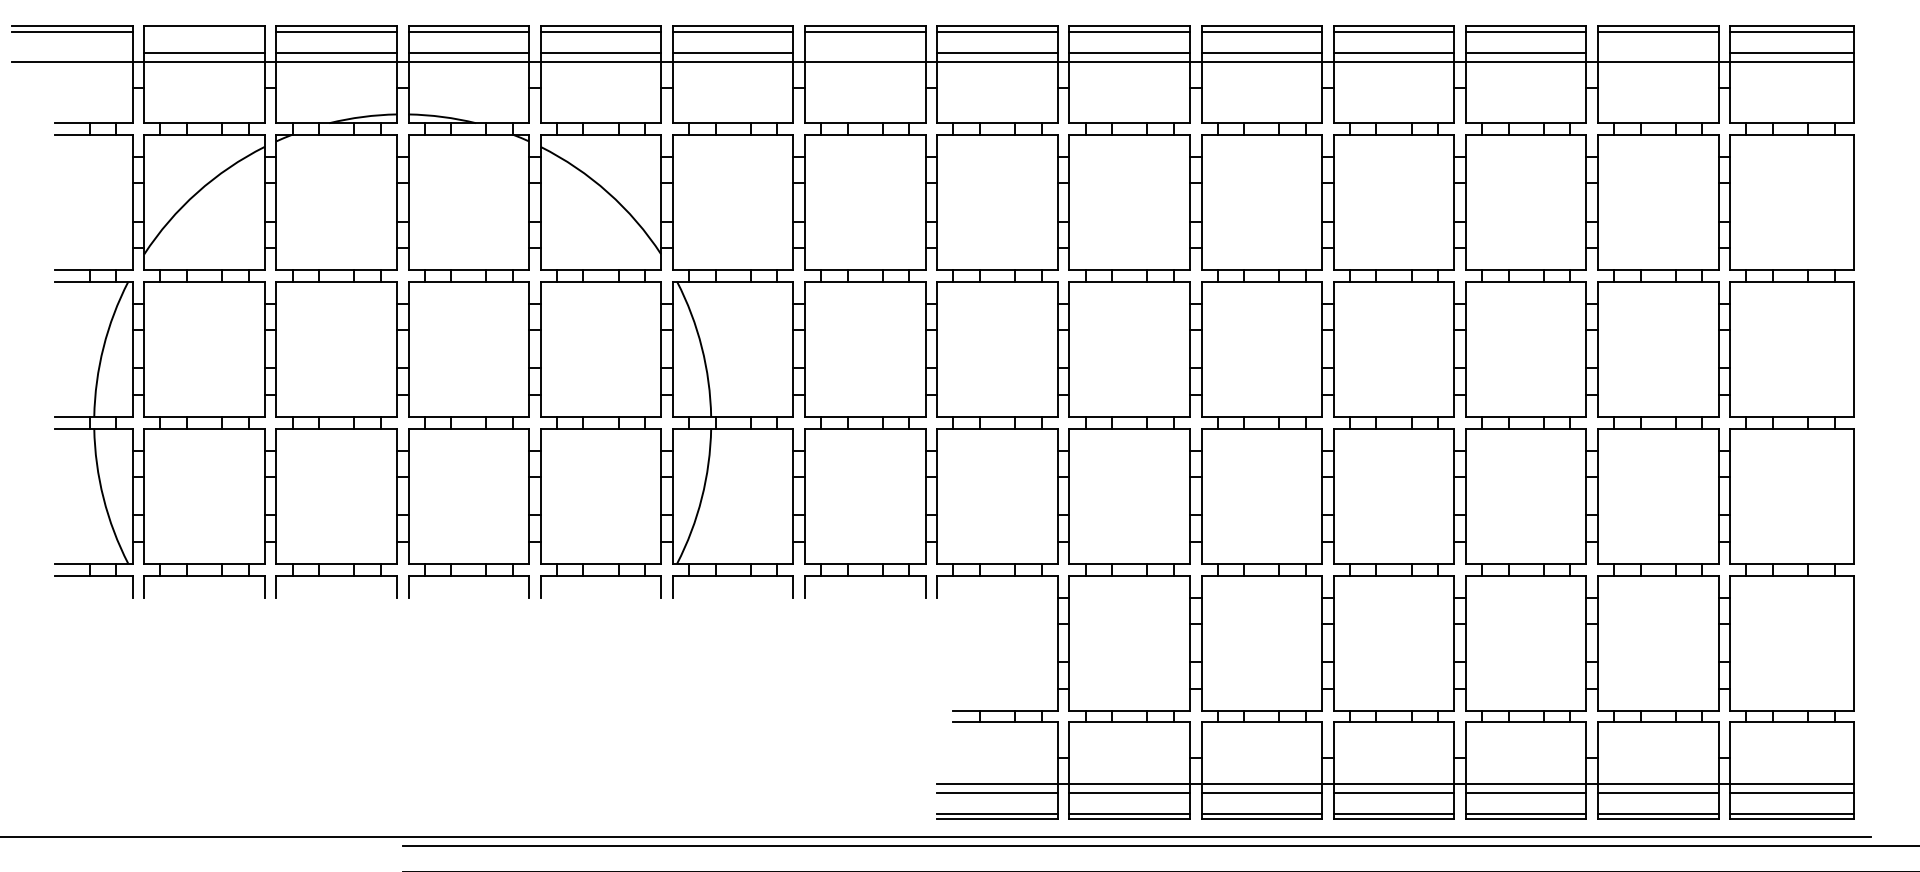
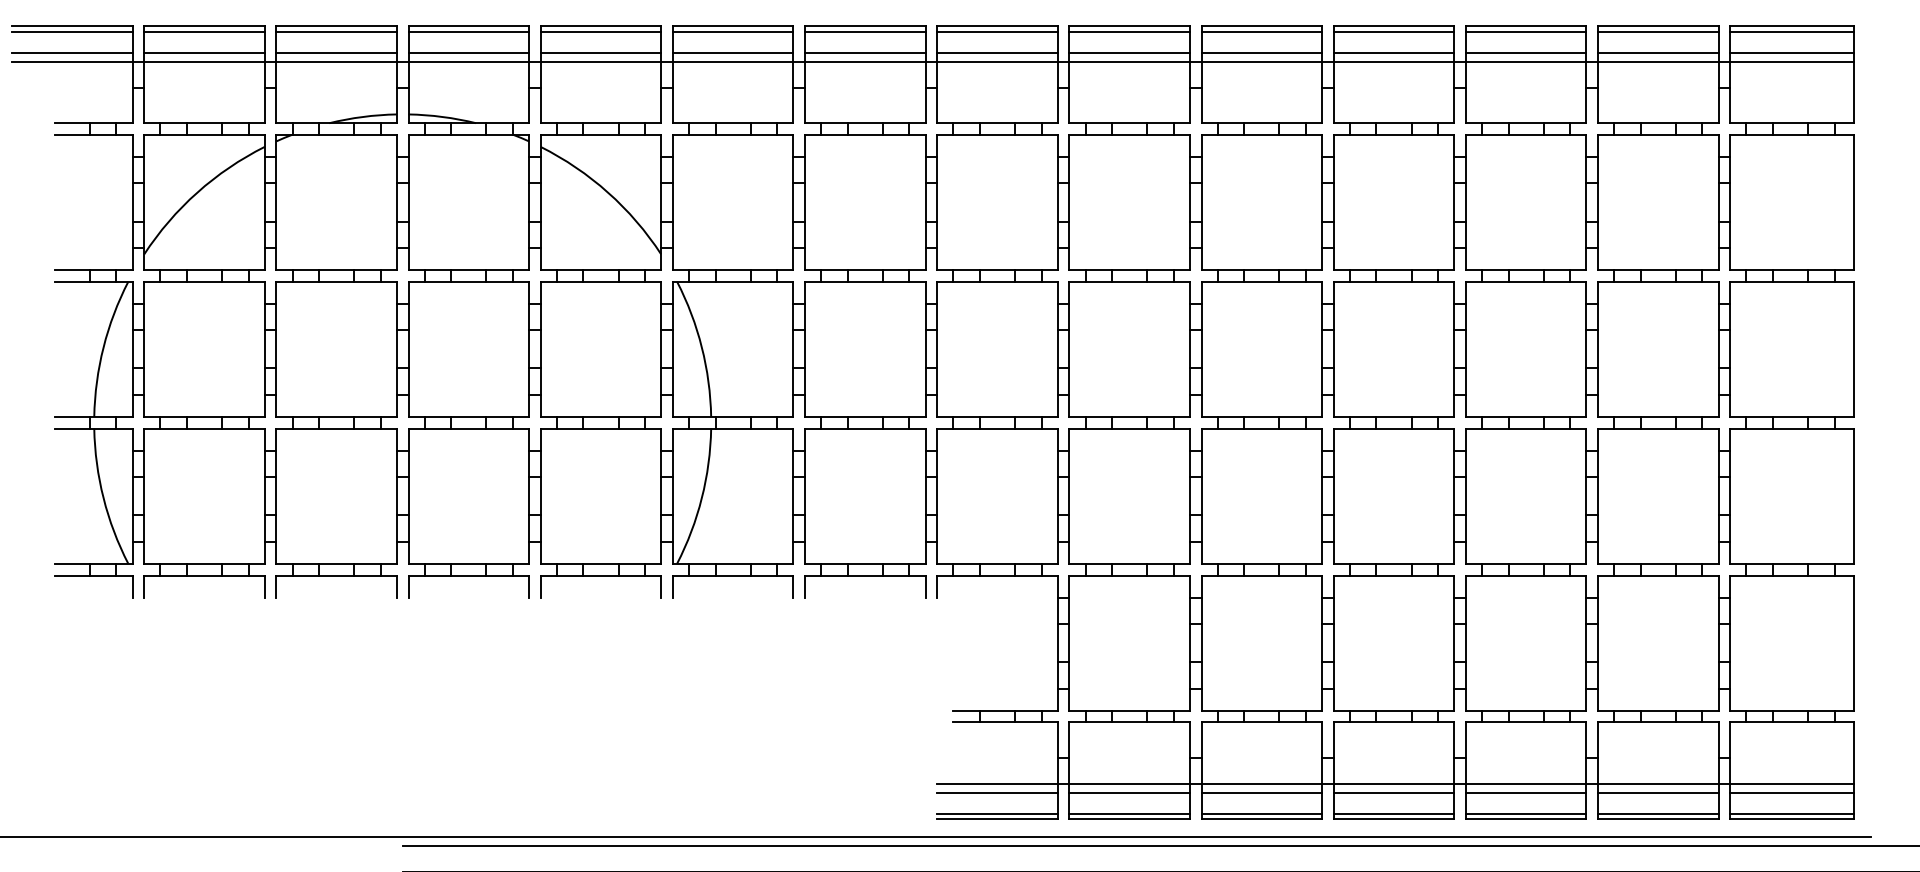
line at (204, 31): none -> present
line at (72, 52): none -> present
line at (865, 52): none -> present
line at (1658, 52): none -> present
